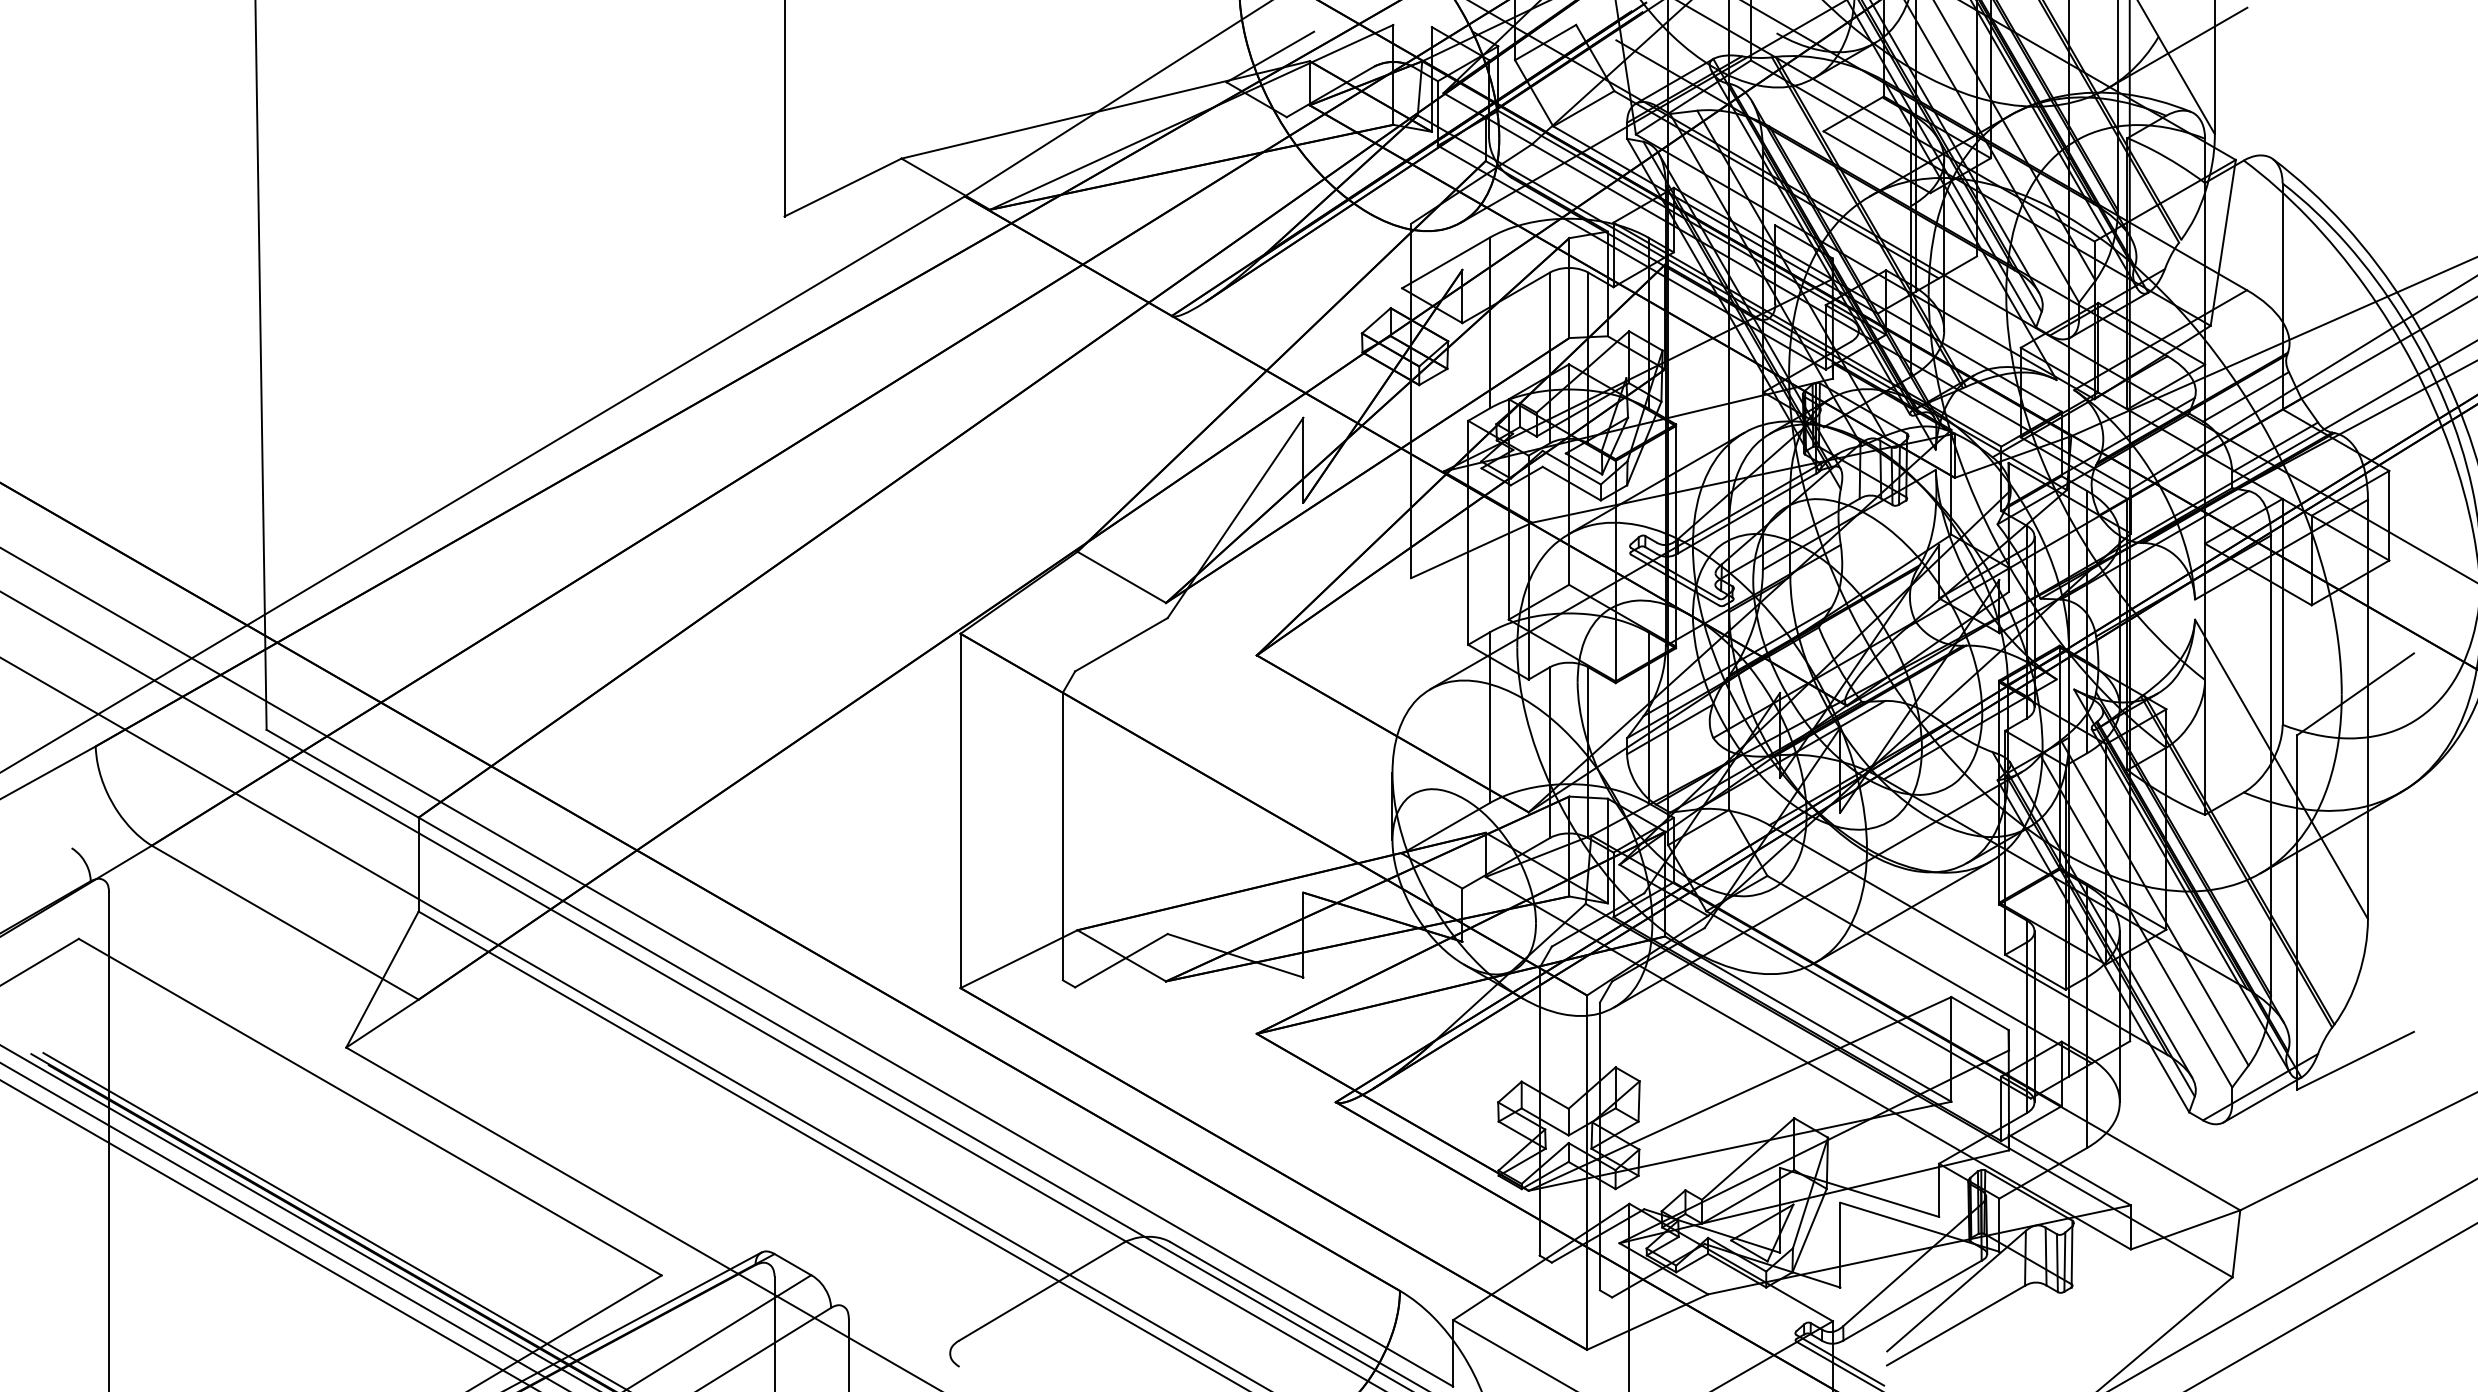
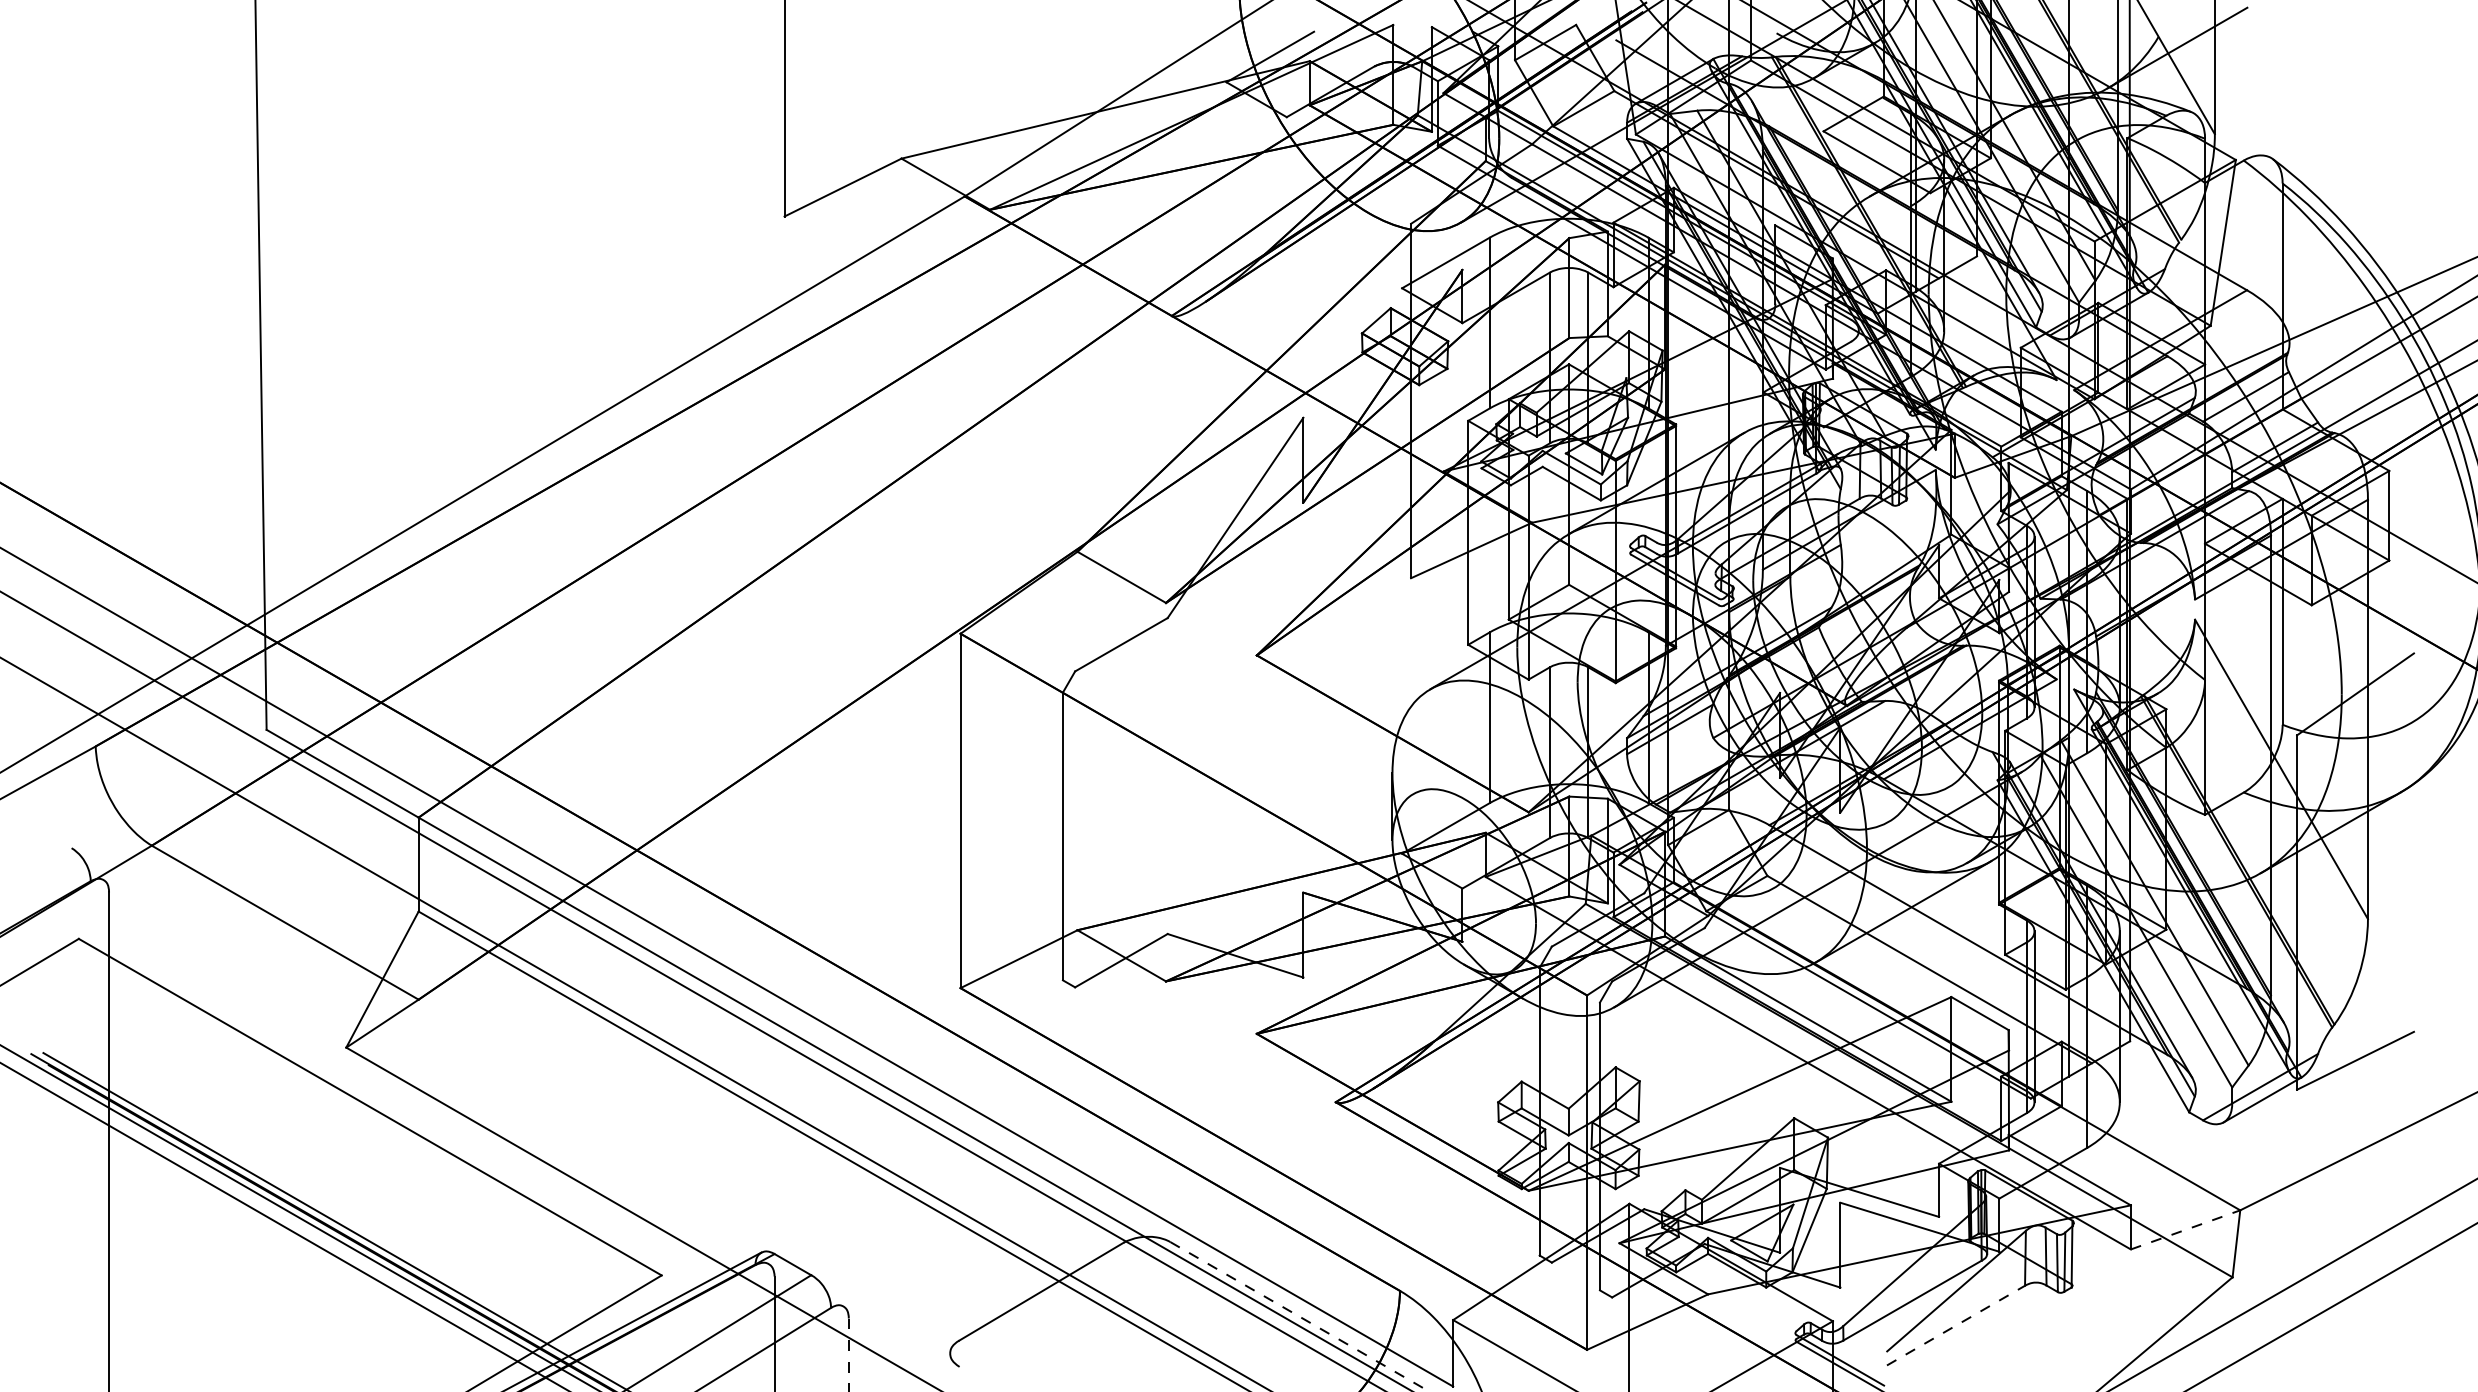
line at (2186, 1229): solid -> dashed
line at (268, 1234): present -> none
line at (1300, 1317): solid -> dashed
line at (1956, 1325): solid -> dashed
line at (848, 1355): solid -> dashed
